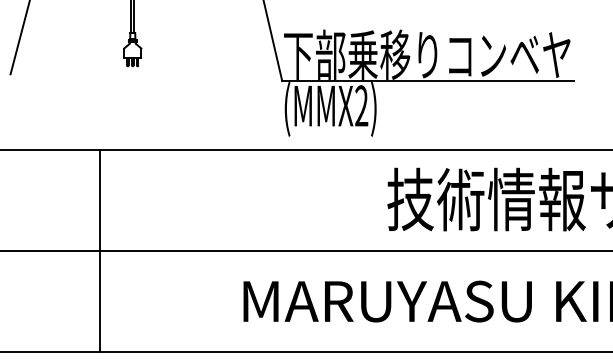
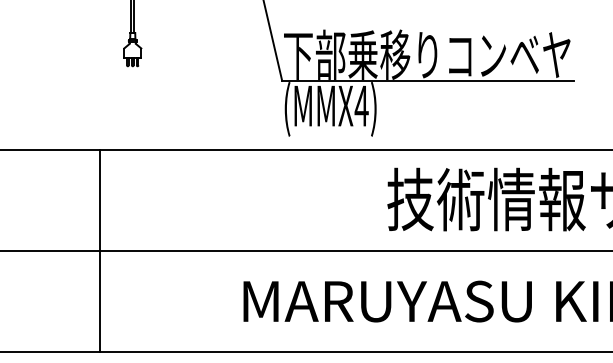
line at (19, 38): present -> none
text at (361, 105): (MMX2) -> (MMX4)
